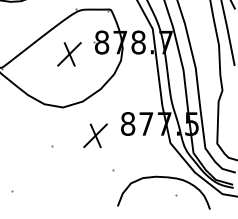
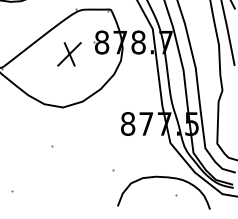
part at (95, 135): present -> none
